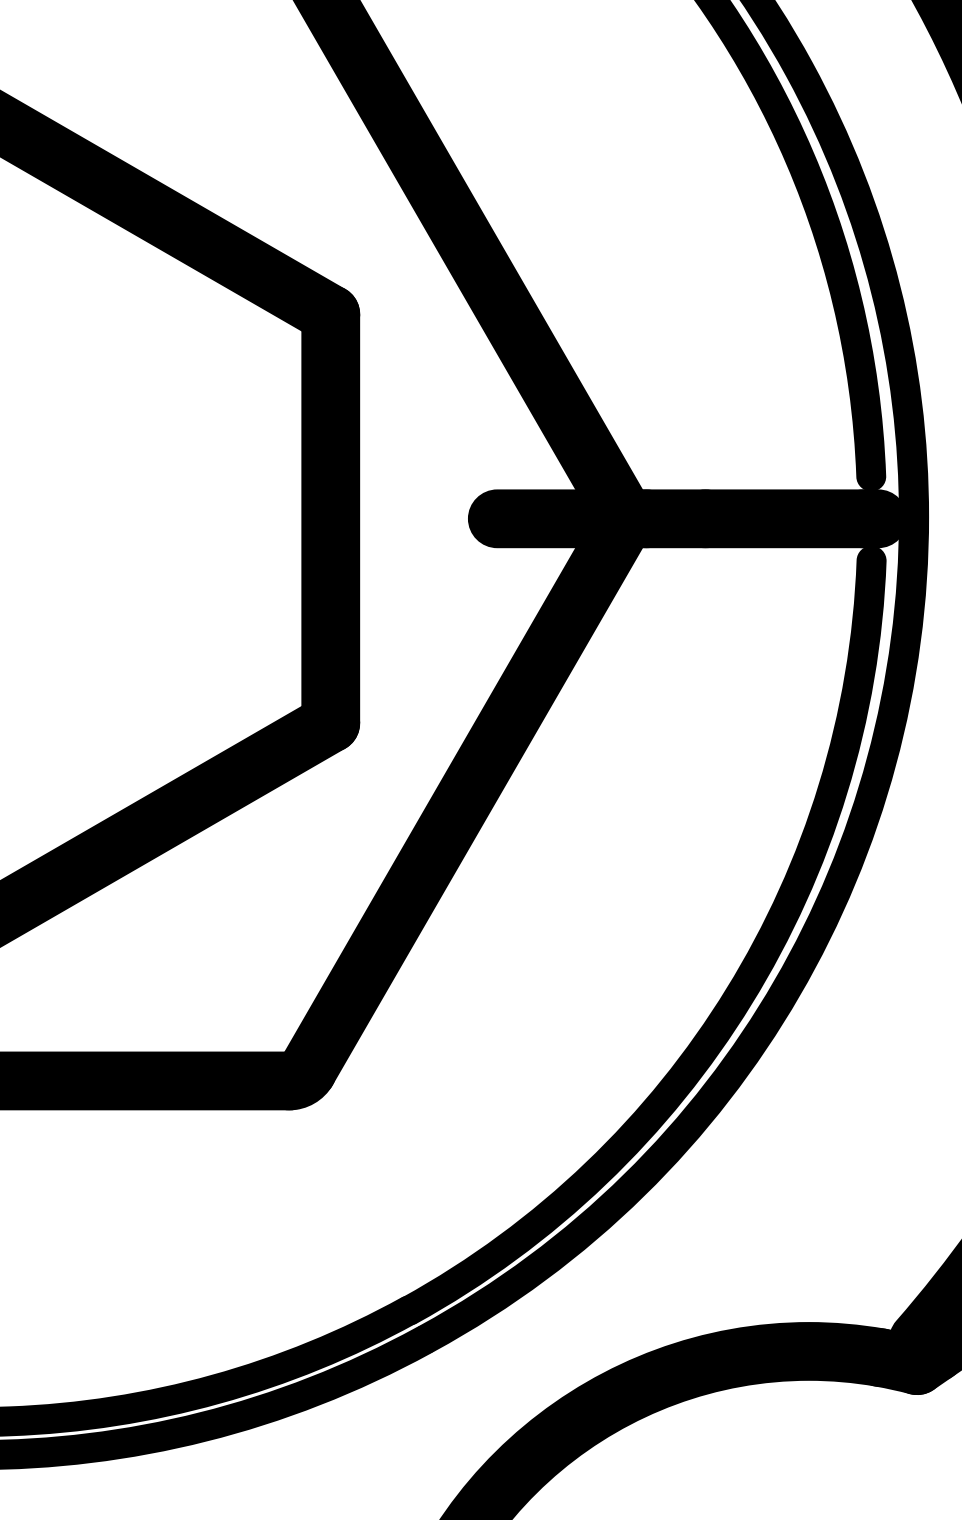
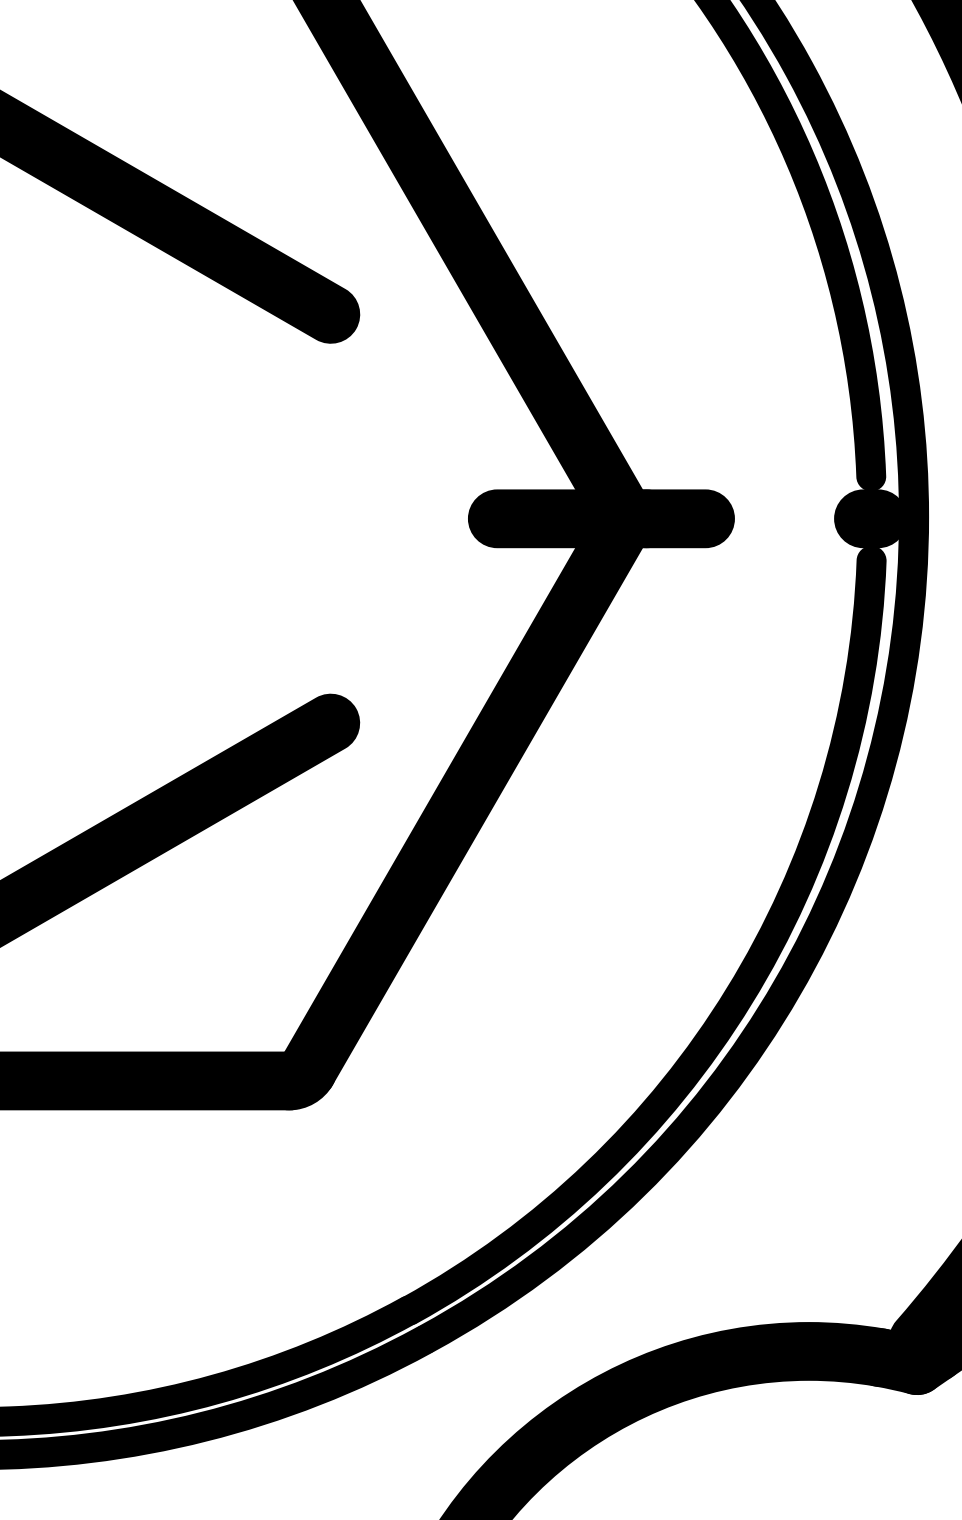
fill at (330, 518): present -> none
fill at (784, 518): present -> none
